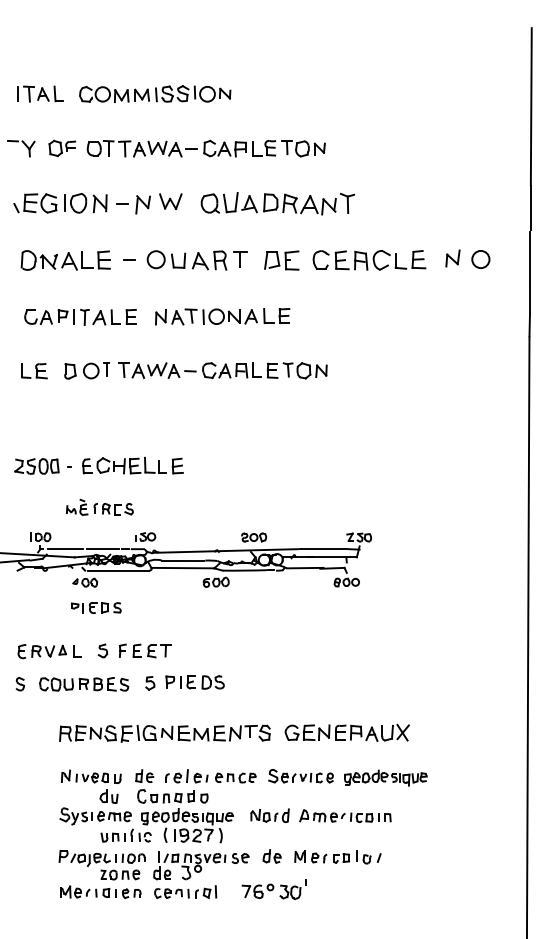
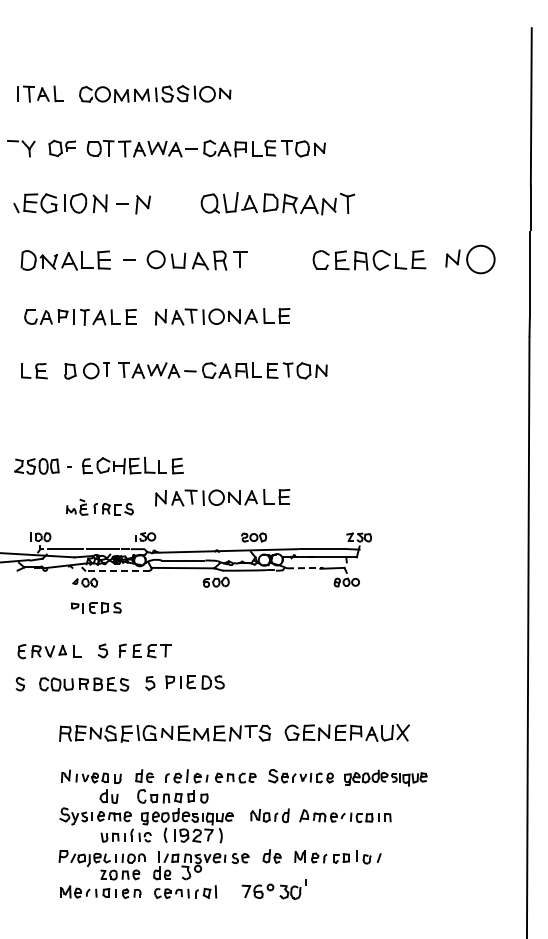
part at (170, 201): present -> none
circle at (480, 259) diameter: 17 px -> 28 px
part at (281, 260): present -> none
part at (222, 497): none -> present
line at (305, 568): solid -> dashed
line at (115, 570): solid -> dashed
